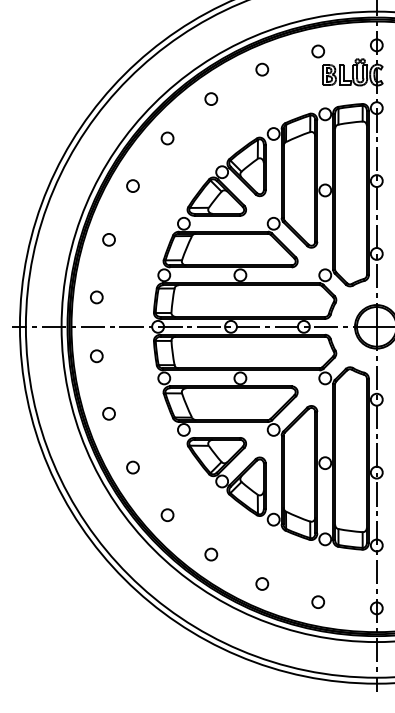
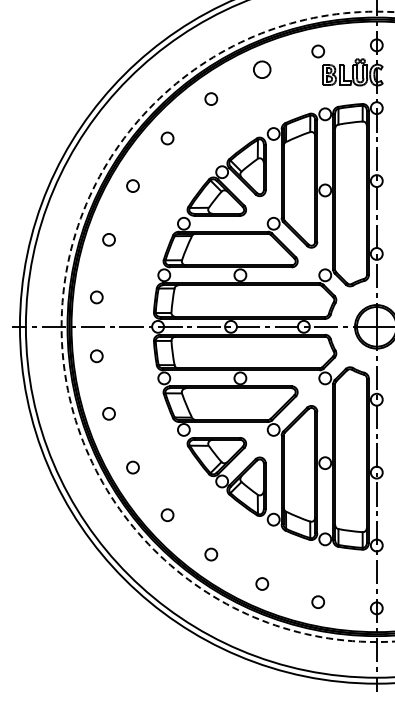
circle at (262, 69) size: 15x15 px -> 19x19 px
circle at (227, 326): solid -> dashed
